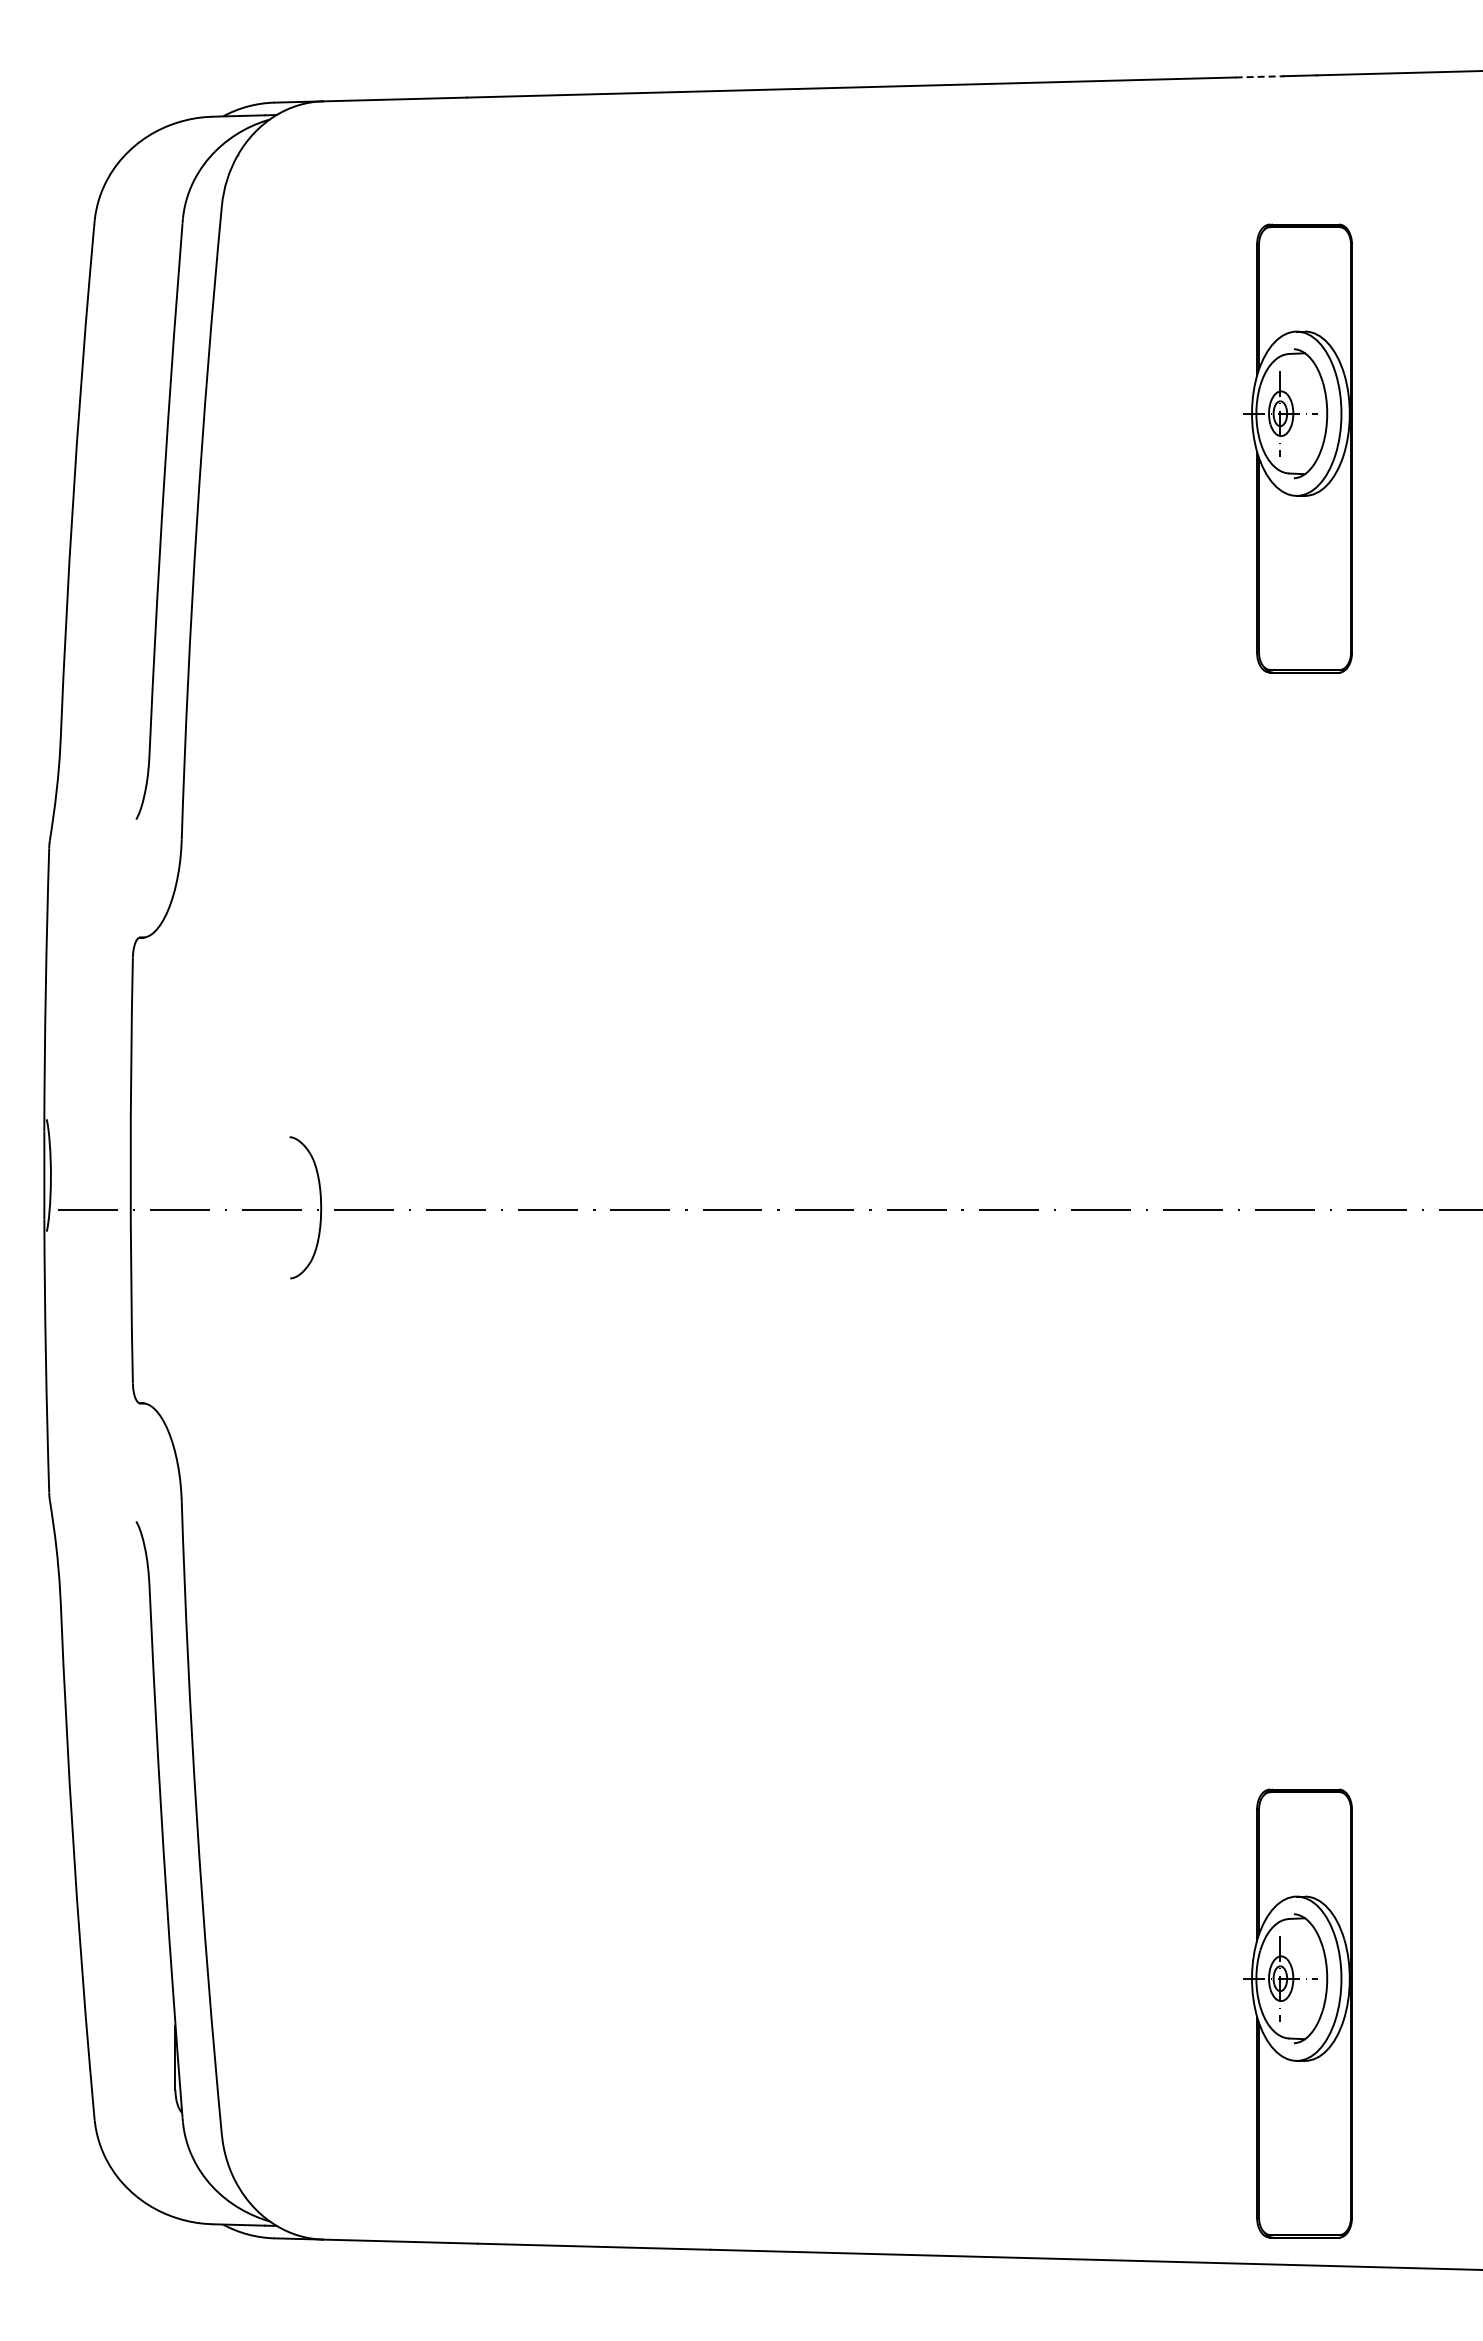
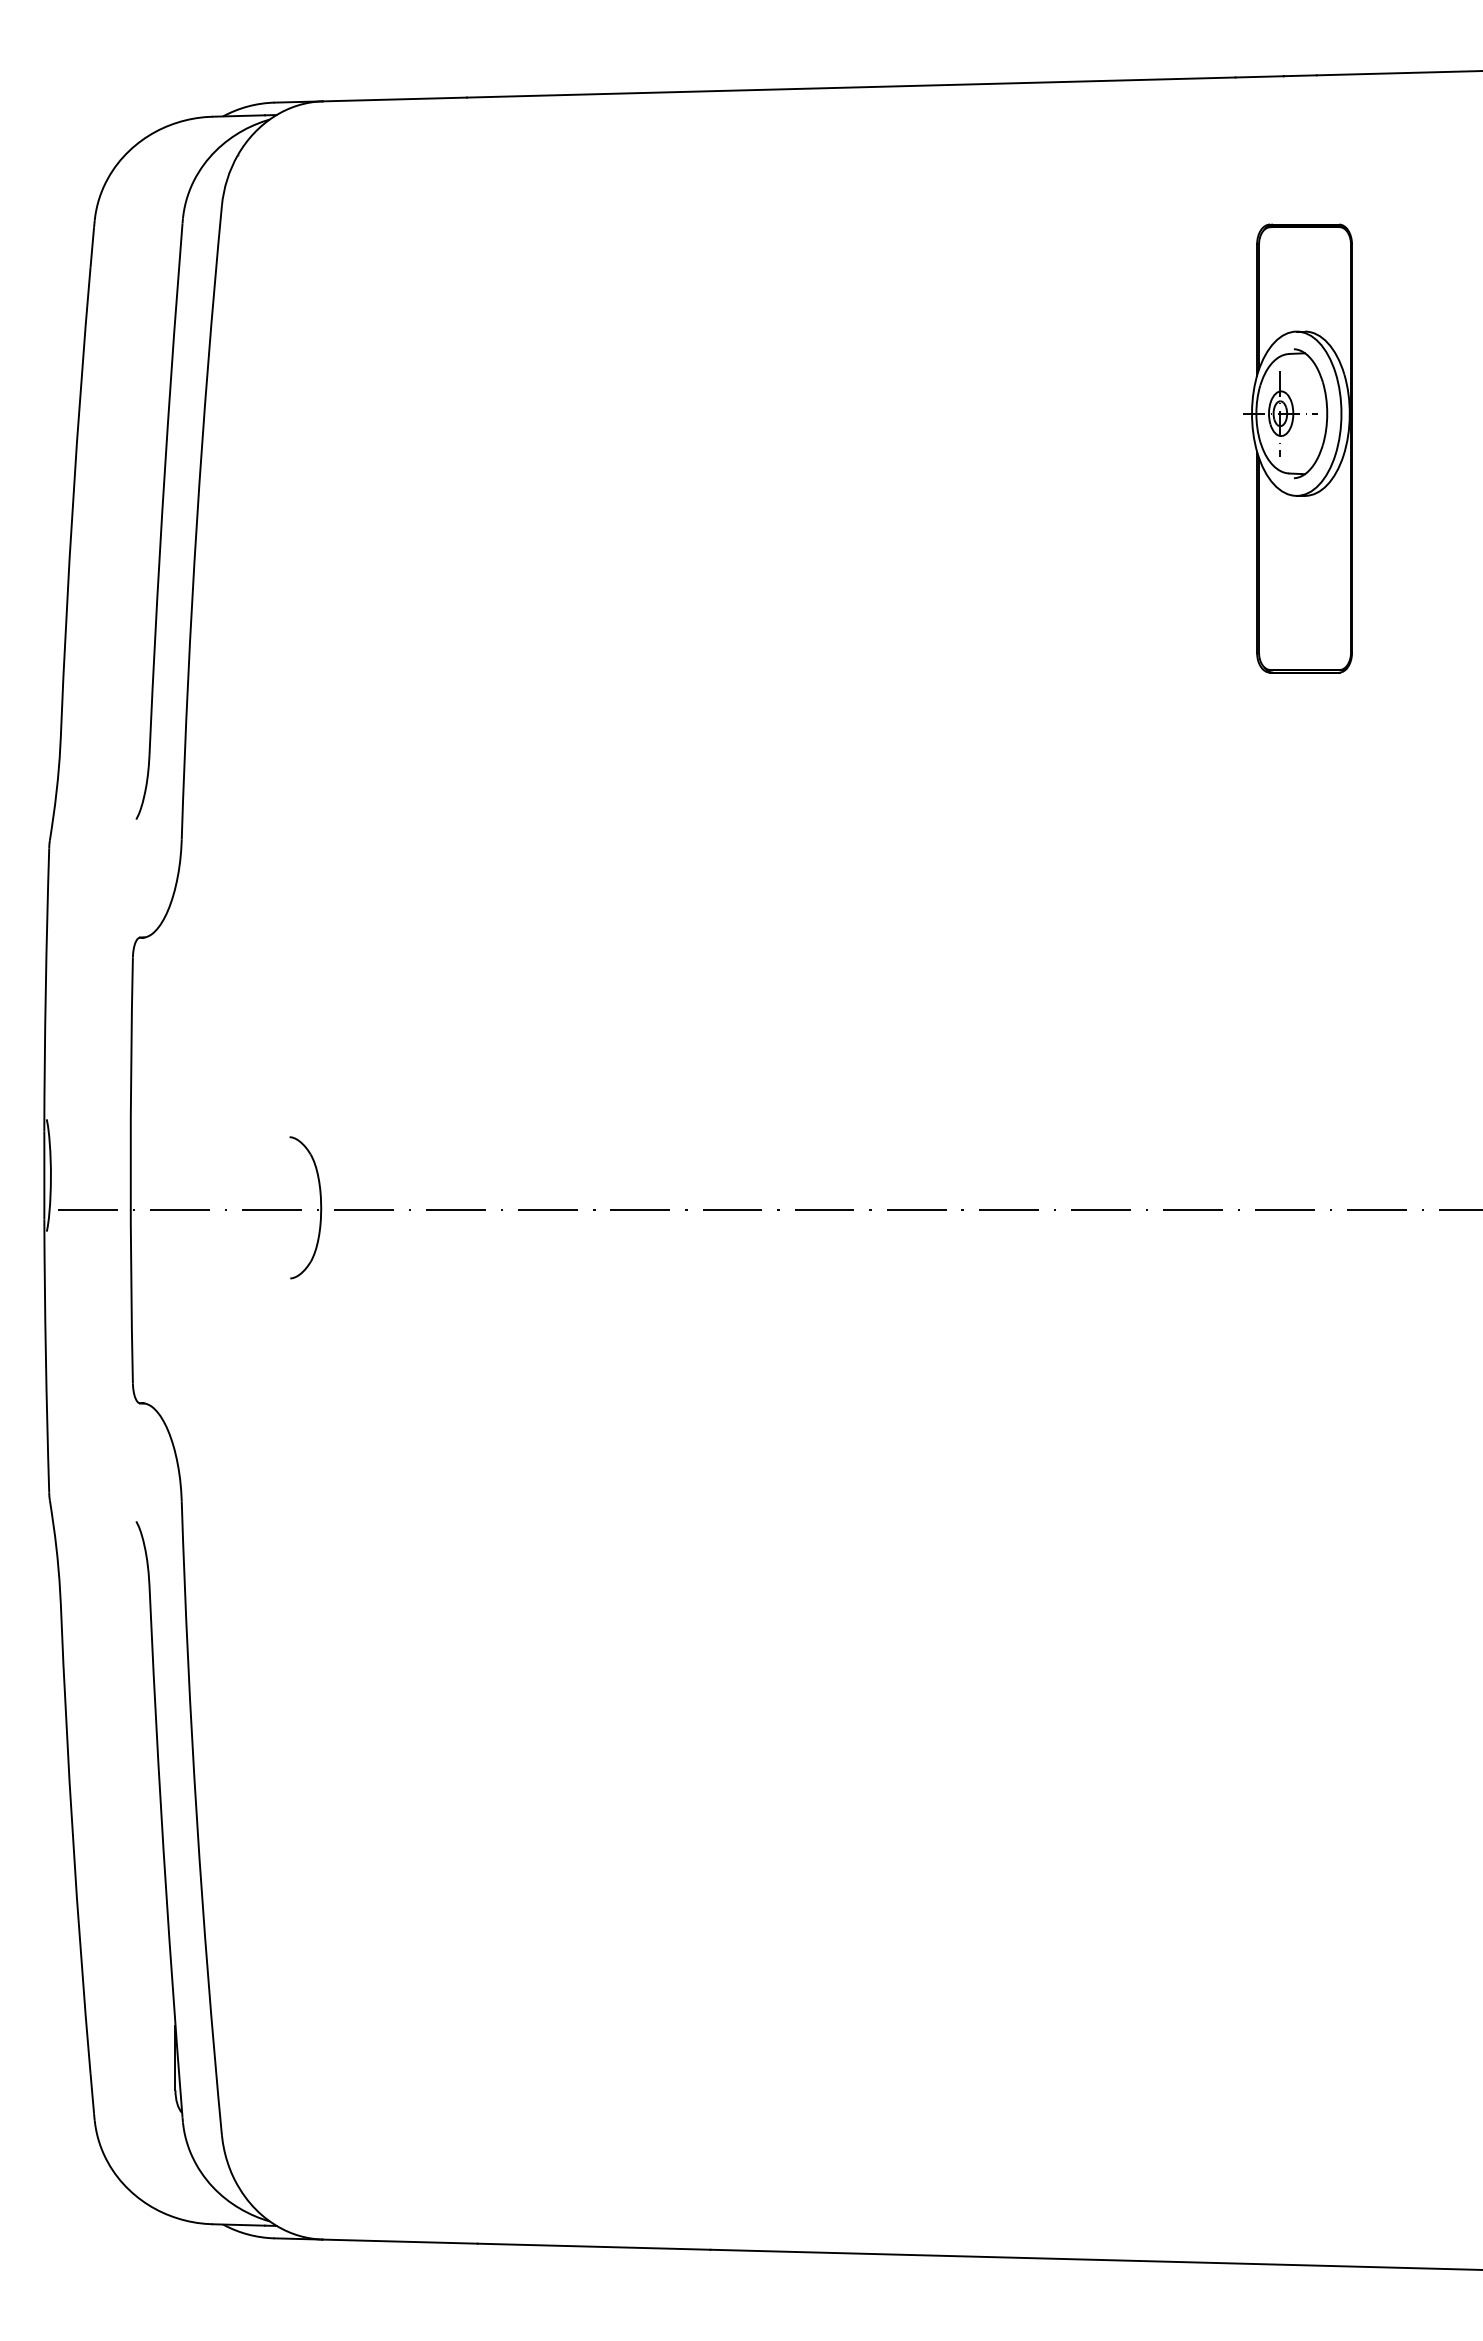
line at (1260, 76): dashed -> solid
part at (1297, 2013): present -> none
